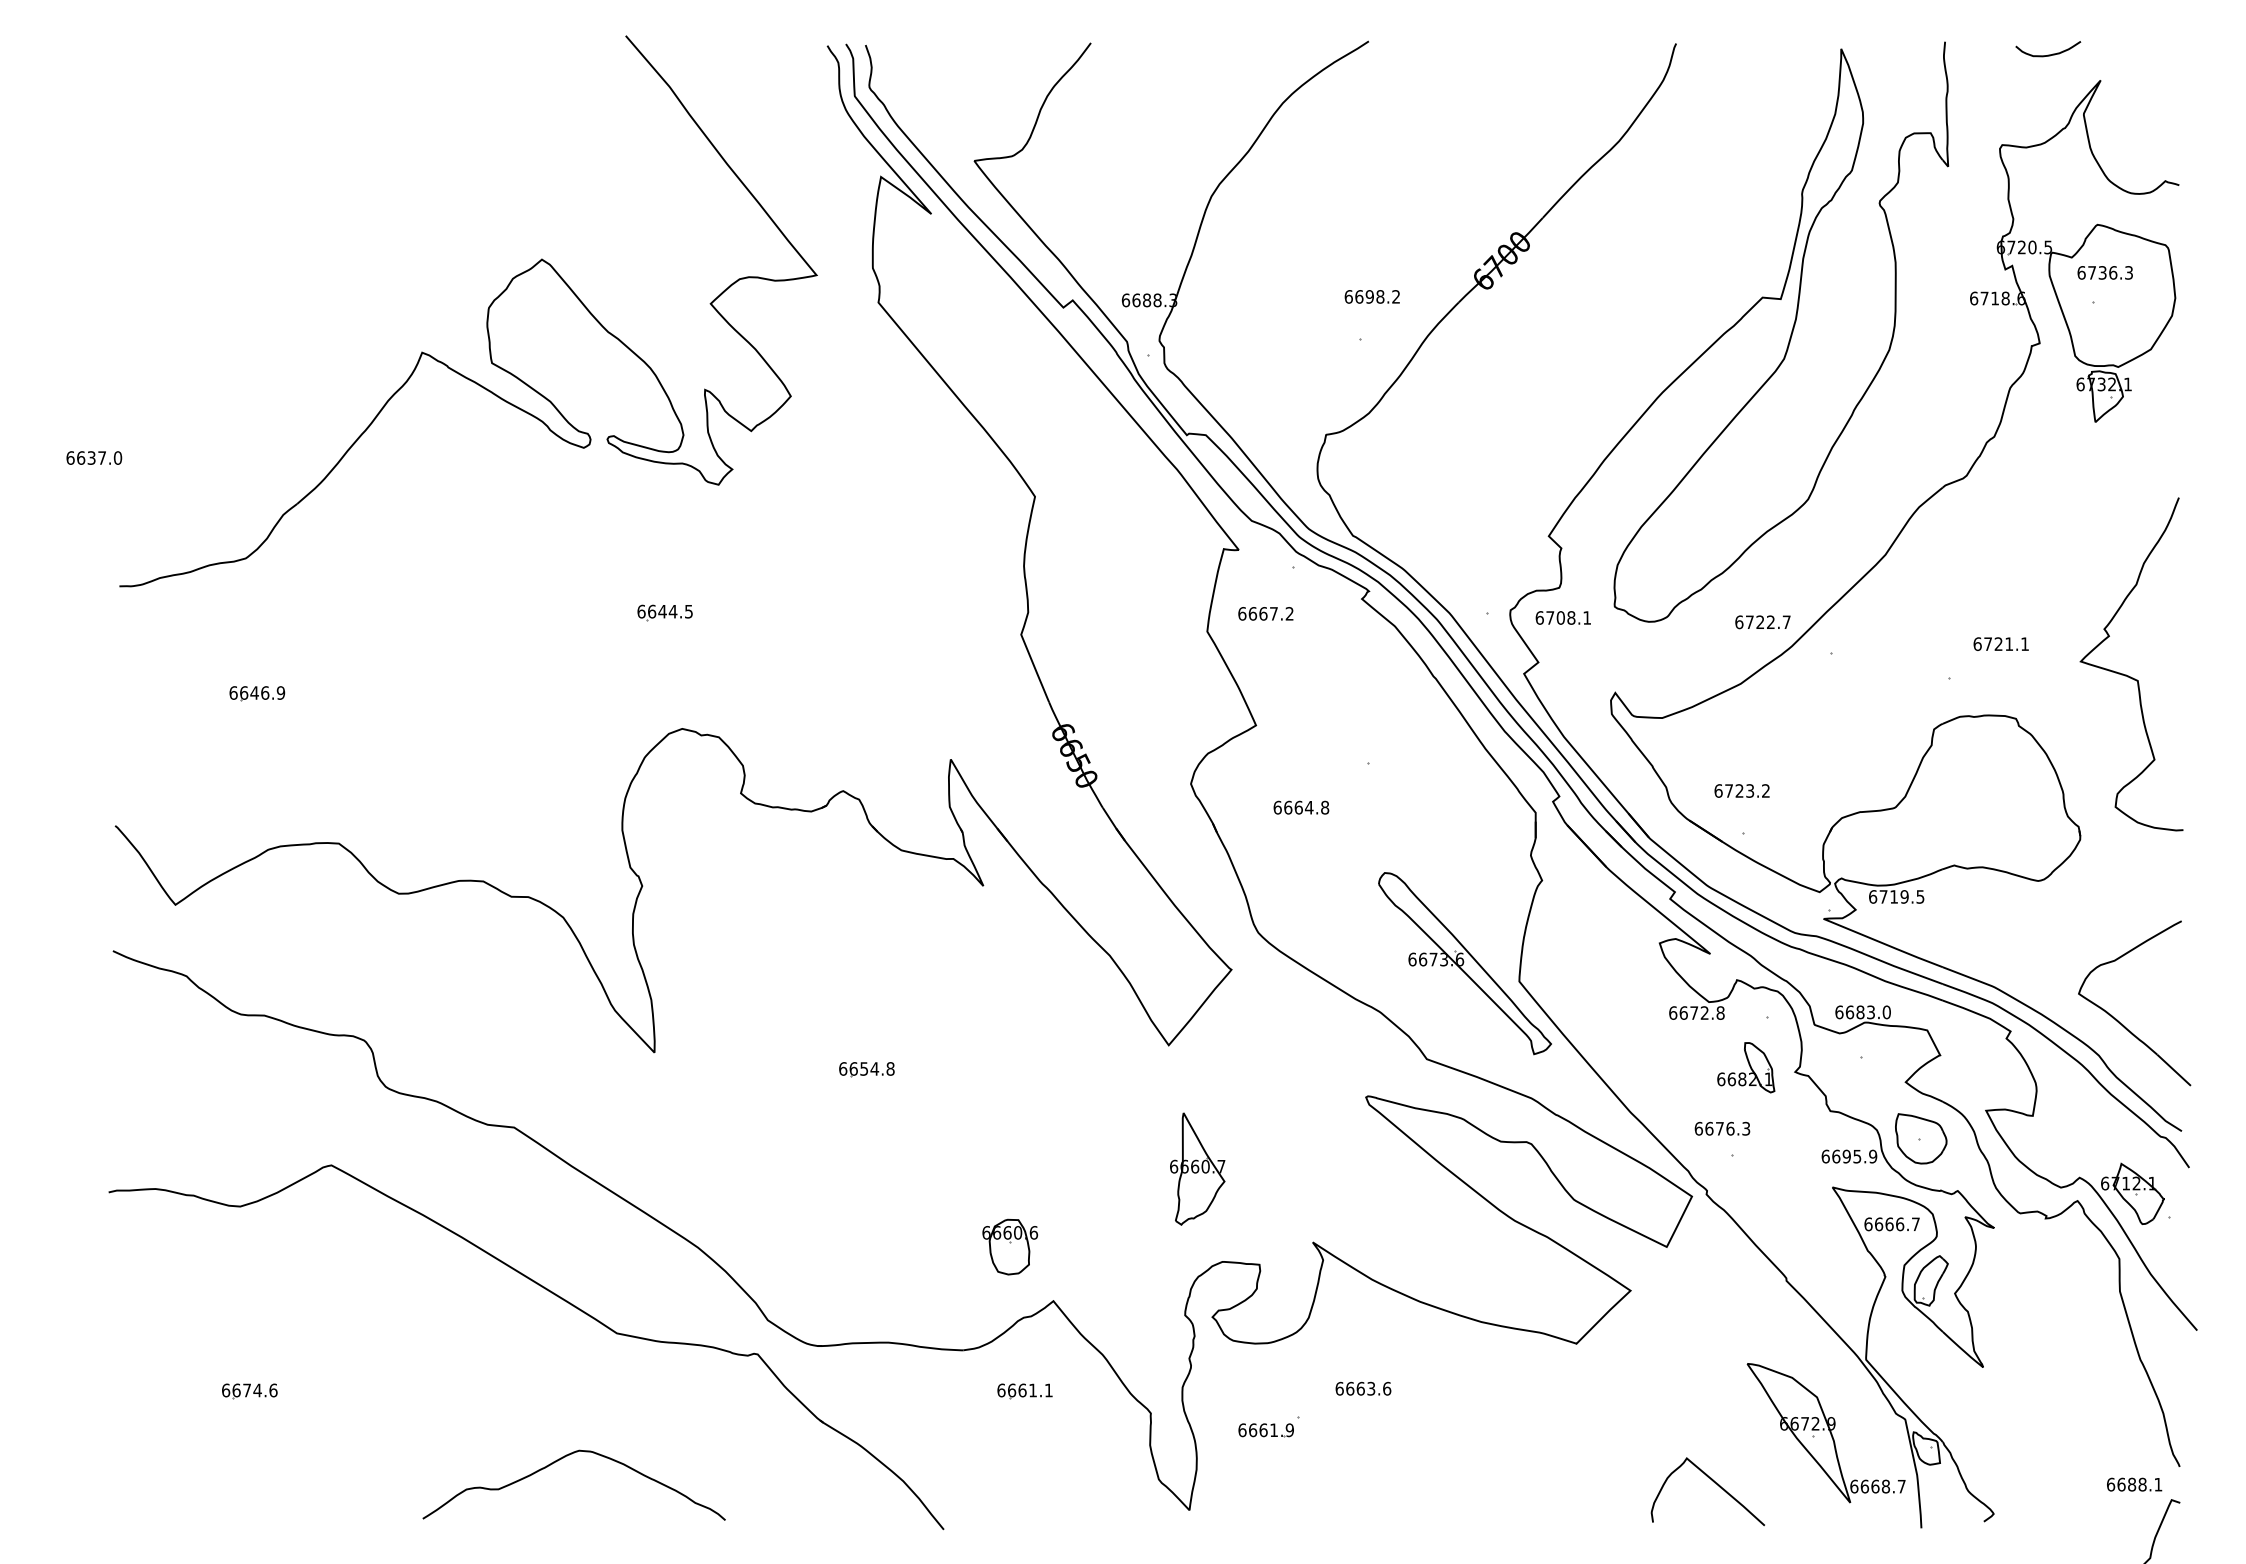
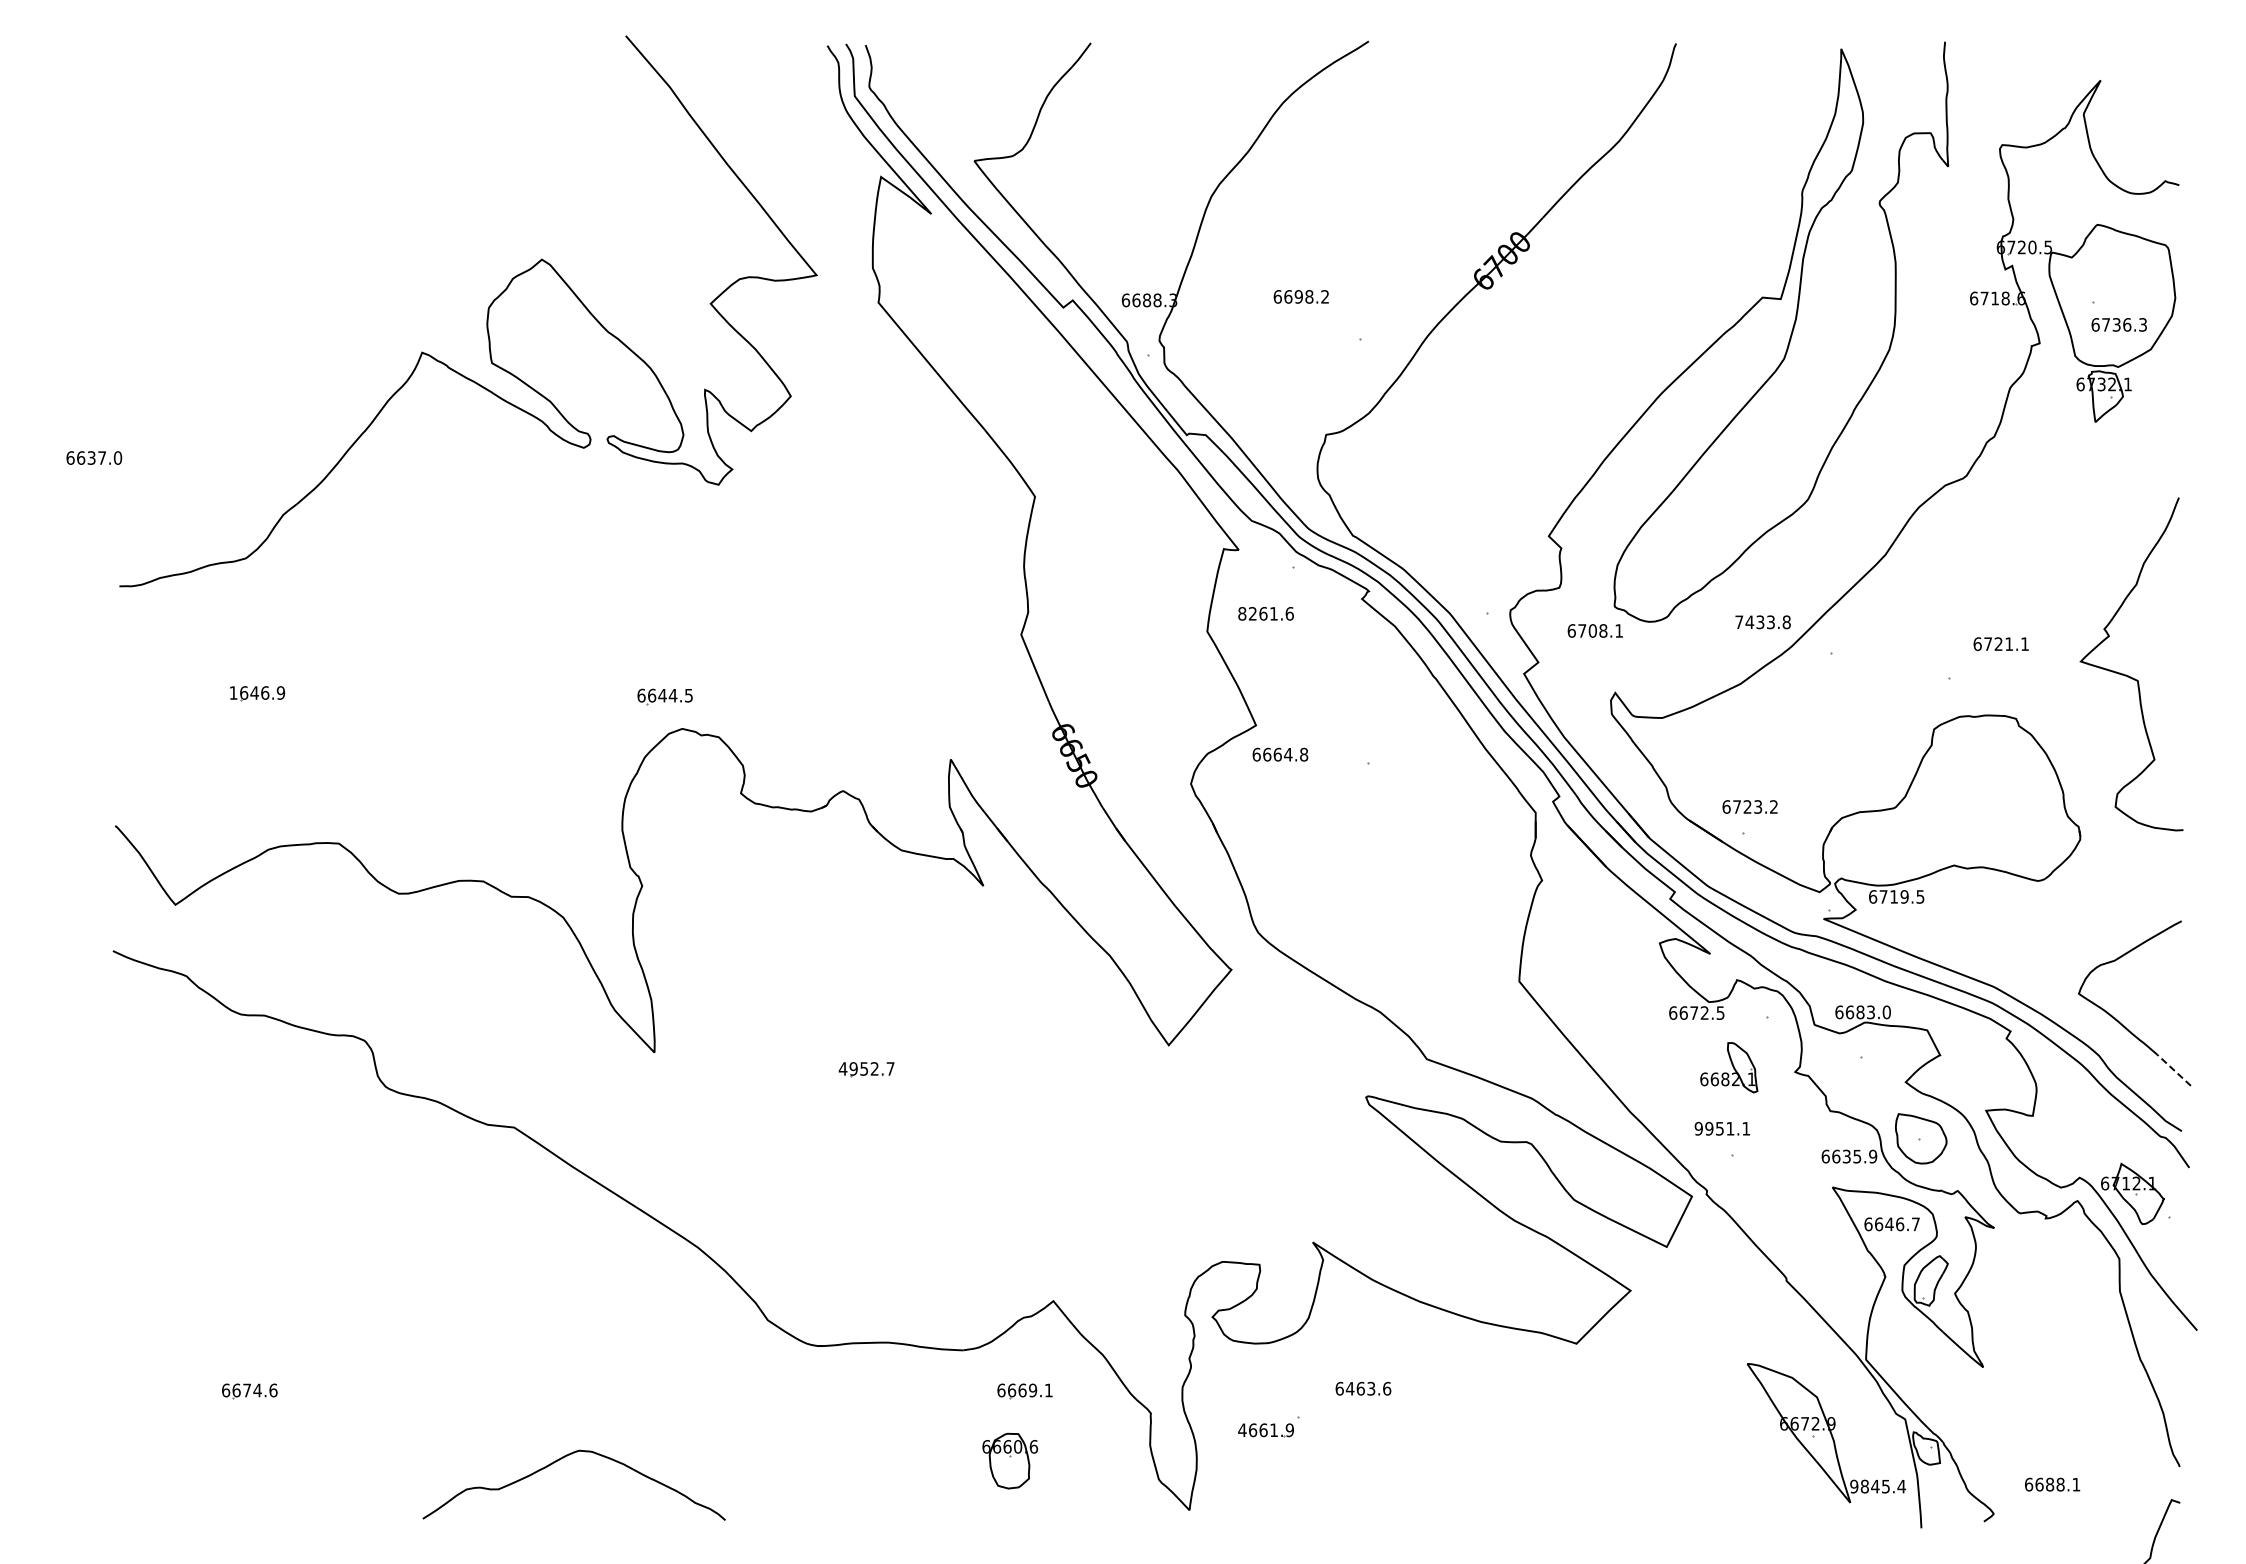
curve at (2048, 54): present -> none
text at (2104, 272) position: (2104, 272) -> (2118, 324)
text at (1371, 296) position: (1371, 296) -> (1300, 296)
part at (664, 612) position: (664, 612) -> (664, 696)
text at (1265, 613): 6667.2 -> 8261.6
text at (1562, 617) position: (1562, 617) -> (1594, 630)
text at (1762, 622): 6722.7 -> 7433.8
text at (233, 692): 6646.9 -> 1646.9
text at (1741, 790) position: (1741, 790) -> (1749, 806)
text at (1301, 807) position: (1301, 807) -> (1280, 754)
part at (1464, 963): present -> none
text at (1720, 1012): 6672.8 -> 6672.5
part at (1746, 1067) position: (1746, 1067) -> (1729, 1067)
text at (866, 1068): 6654.8 -> 4952.7
line at (2174, 1070): solid -> dashed
text at (1722, 1128): 6676.3 -> 9951.1
text at (1846, 1156): 6695.9 -> 6635.9
part at (1197, 1168): present -> none
text at (1889, 1224): 6666.7 -> 6646.7
part at (1010, 1246) position: (1010, 1246) -> (1010, 1460)
part at (554, 1295): present -> none
text at (1349, 1388): 6663.6 -> 6463.6
text at (1033, 1390): 6661.1 -> 6669.1
text at (1242, 1430): 6661.9 -> 4661.9
curve at (1713, 1482): present -> none
text at (2134, 1484) position: (2134, 1484) -> (2052, 1484)
text at (1878, 1486): 6668.7 -> 9845.4
